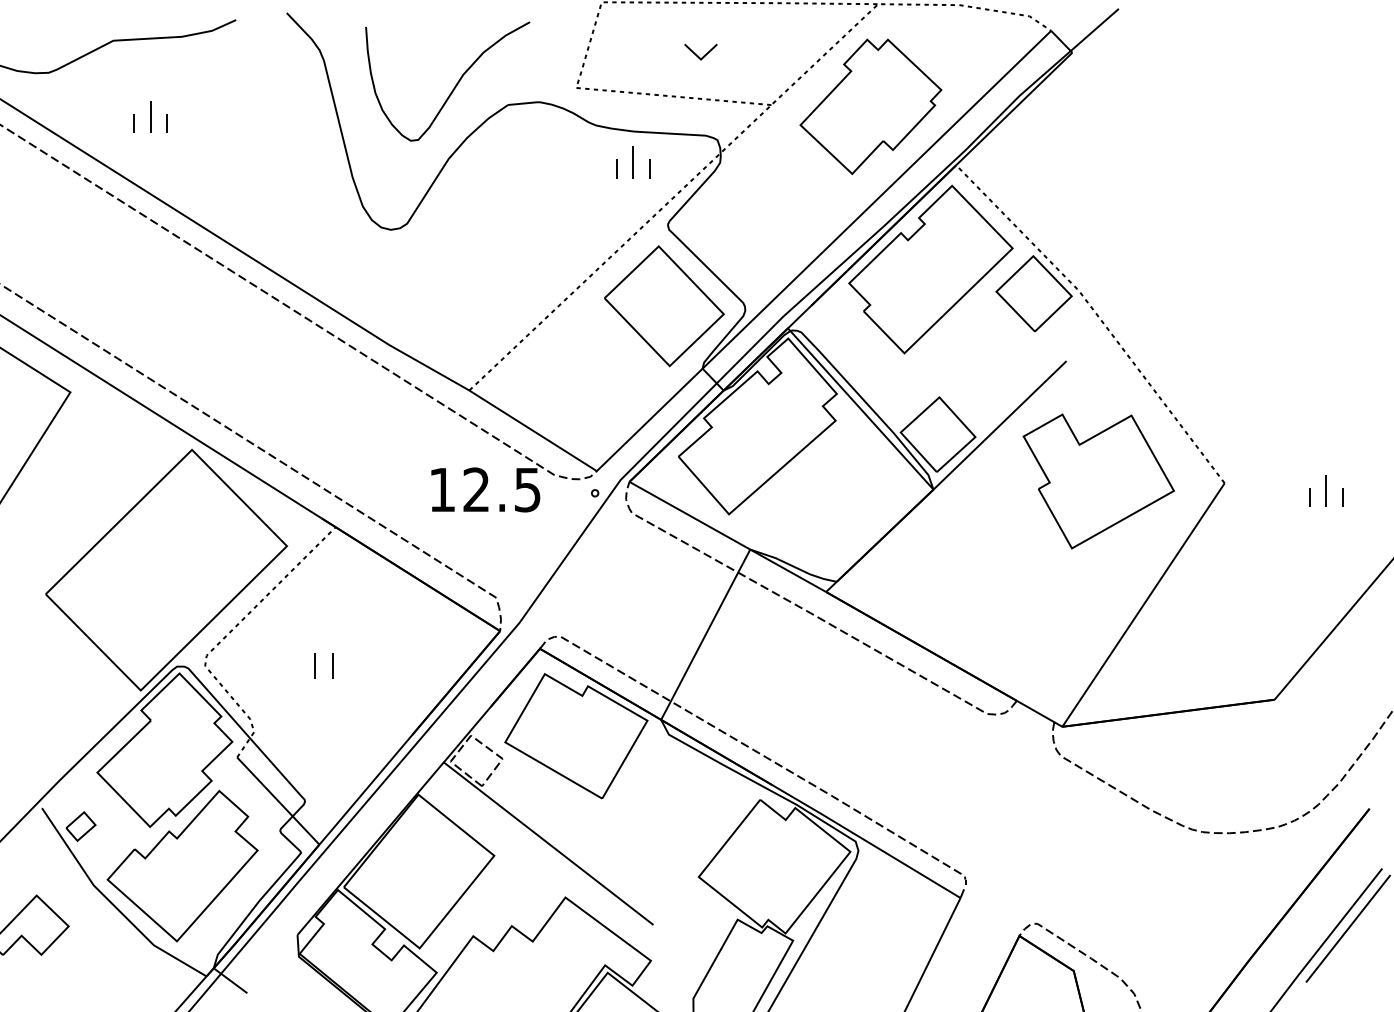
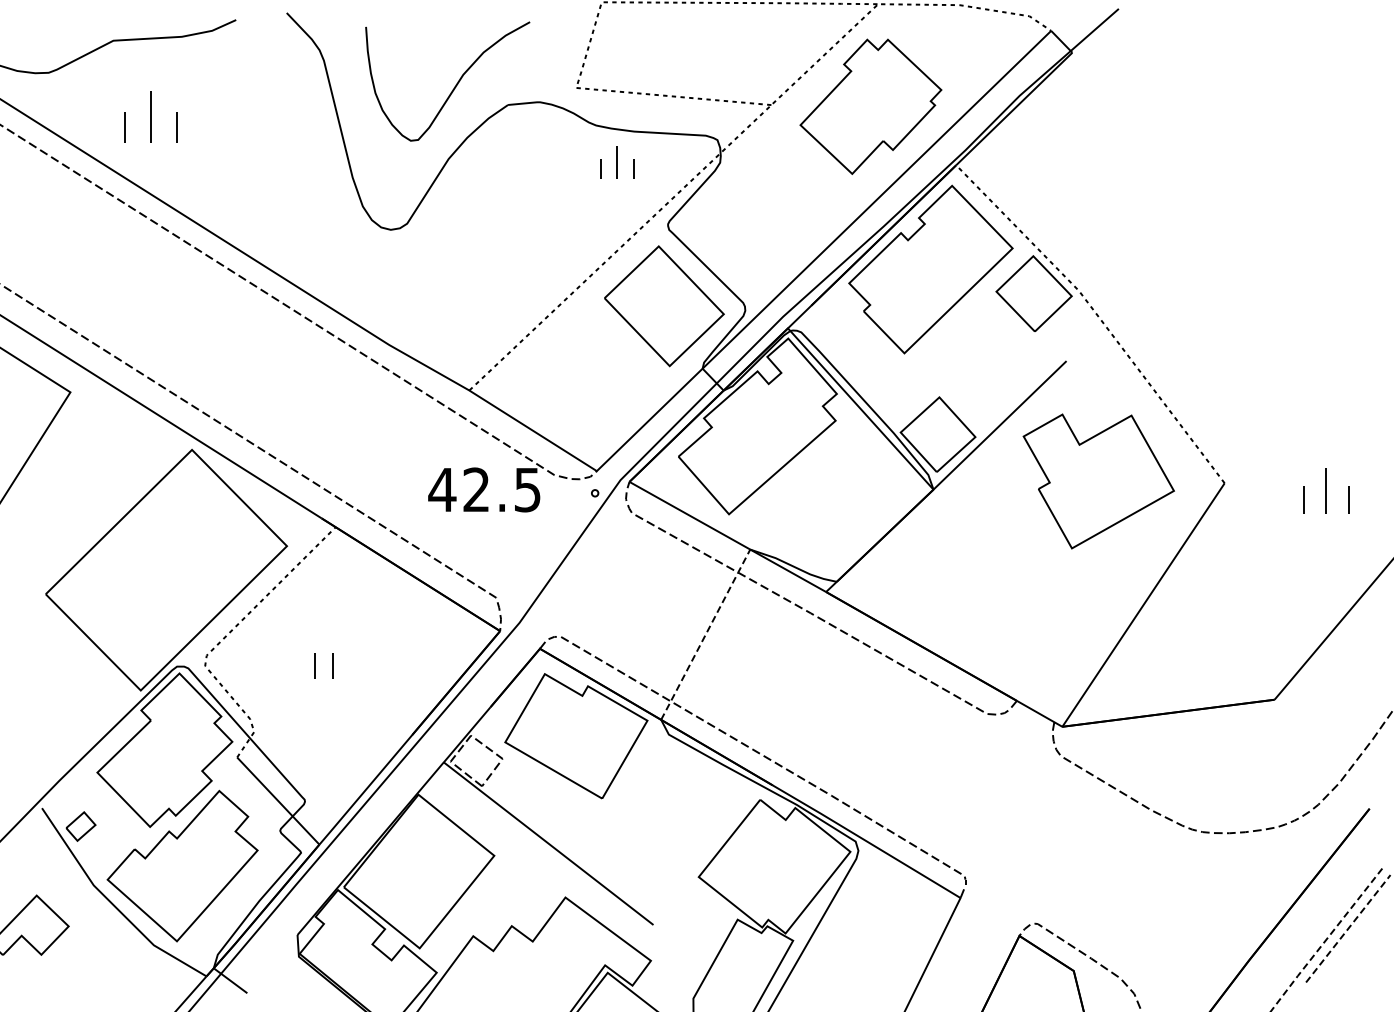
part at (700, 51): present -> none
part at (150, 116) size: 35x32 px -> 54x52 px
part at (633, 162) position: (633, 162) -> (617, 162)
text at (442, 489): 12.5 -> 42.5
part at (1326, 490) size: 35x32 px -> 47x46 px
line at (705, 634): solid -> dashed
line at (1348, 928): solid -> dashed
line at (1325, 940): solid -> dashed
